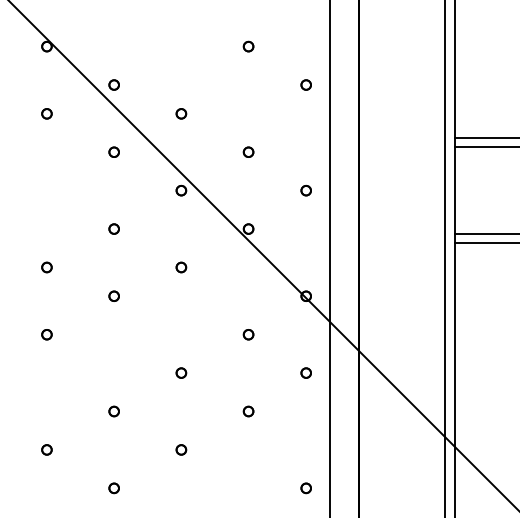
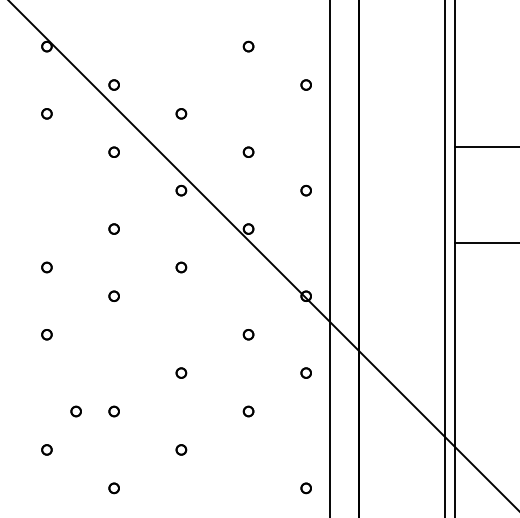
line at (485, 137): present -> none
line at (485, 233): present -> none
part at (75, 411): none -> present
